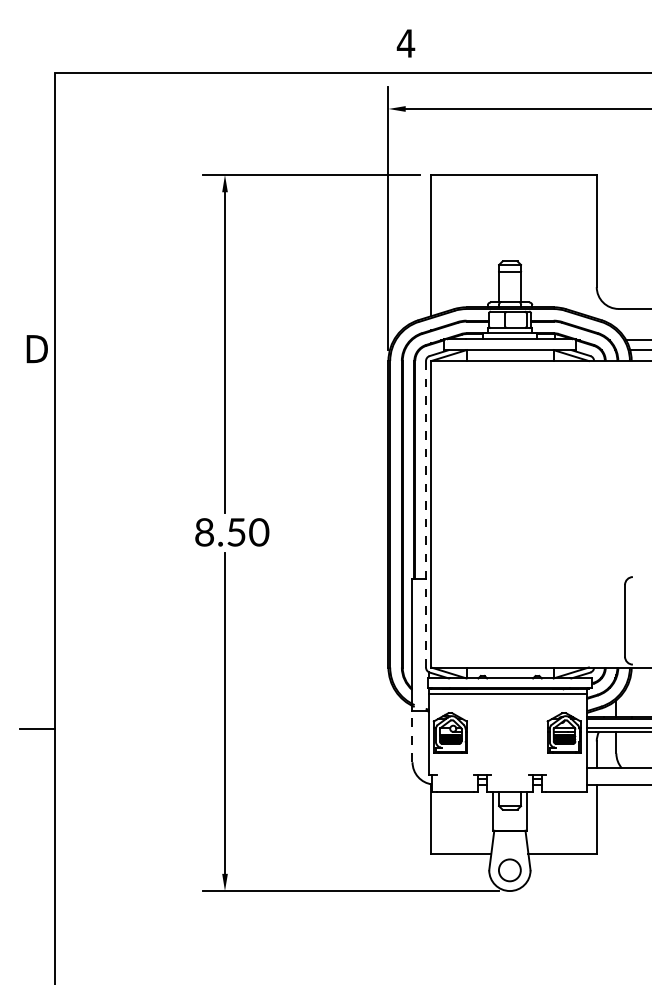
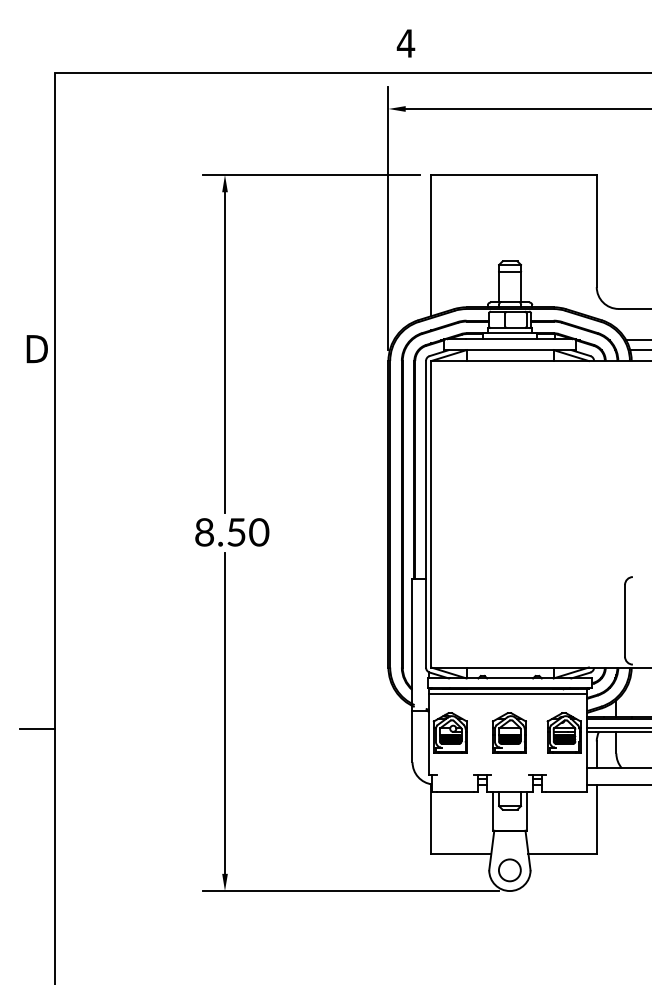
line at (426, 514): dashed -> solid
part at (509, 732): none -> present
line at (412, 736): dashed -> solid
